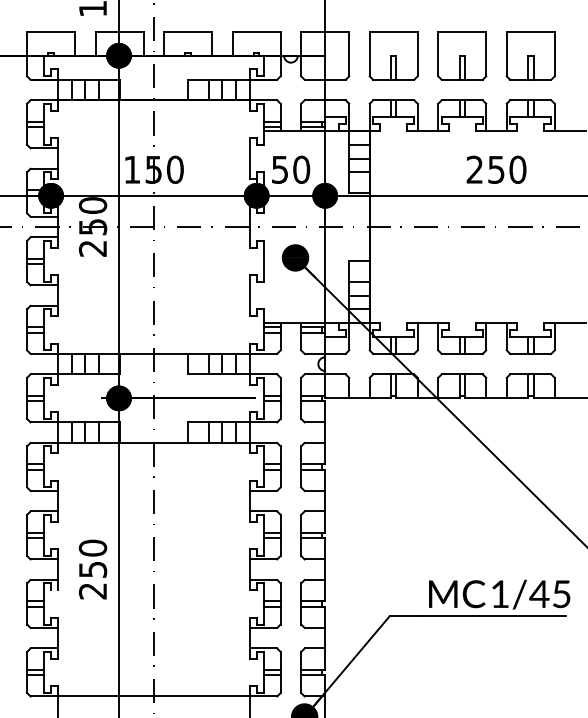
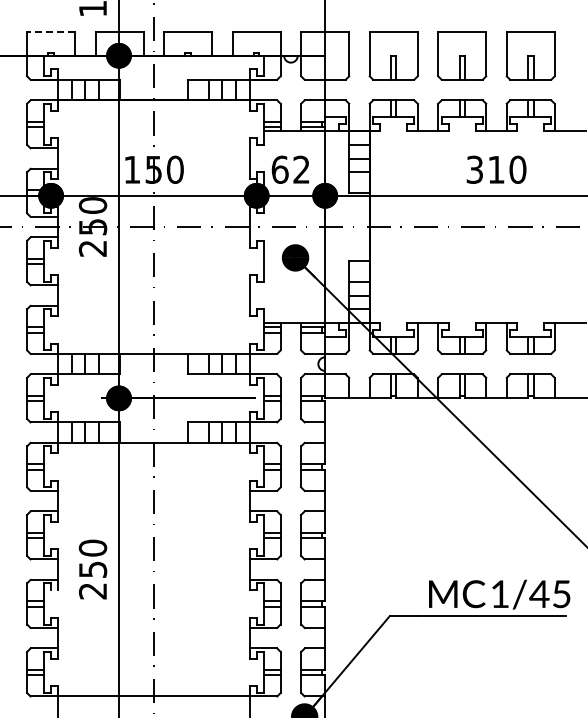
line at (51, 31): solid -> dashed
text at (290, 169): 50 -> 62
text at (485, 169): 250 -> 310
